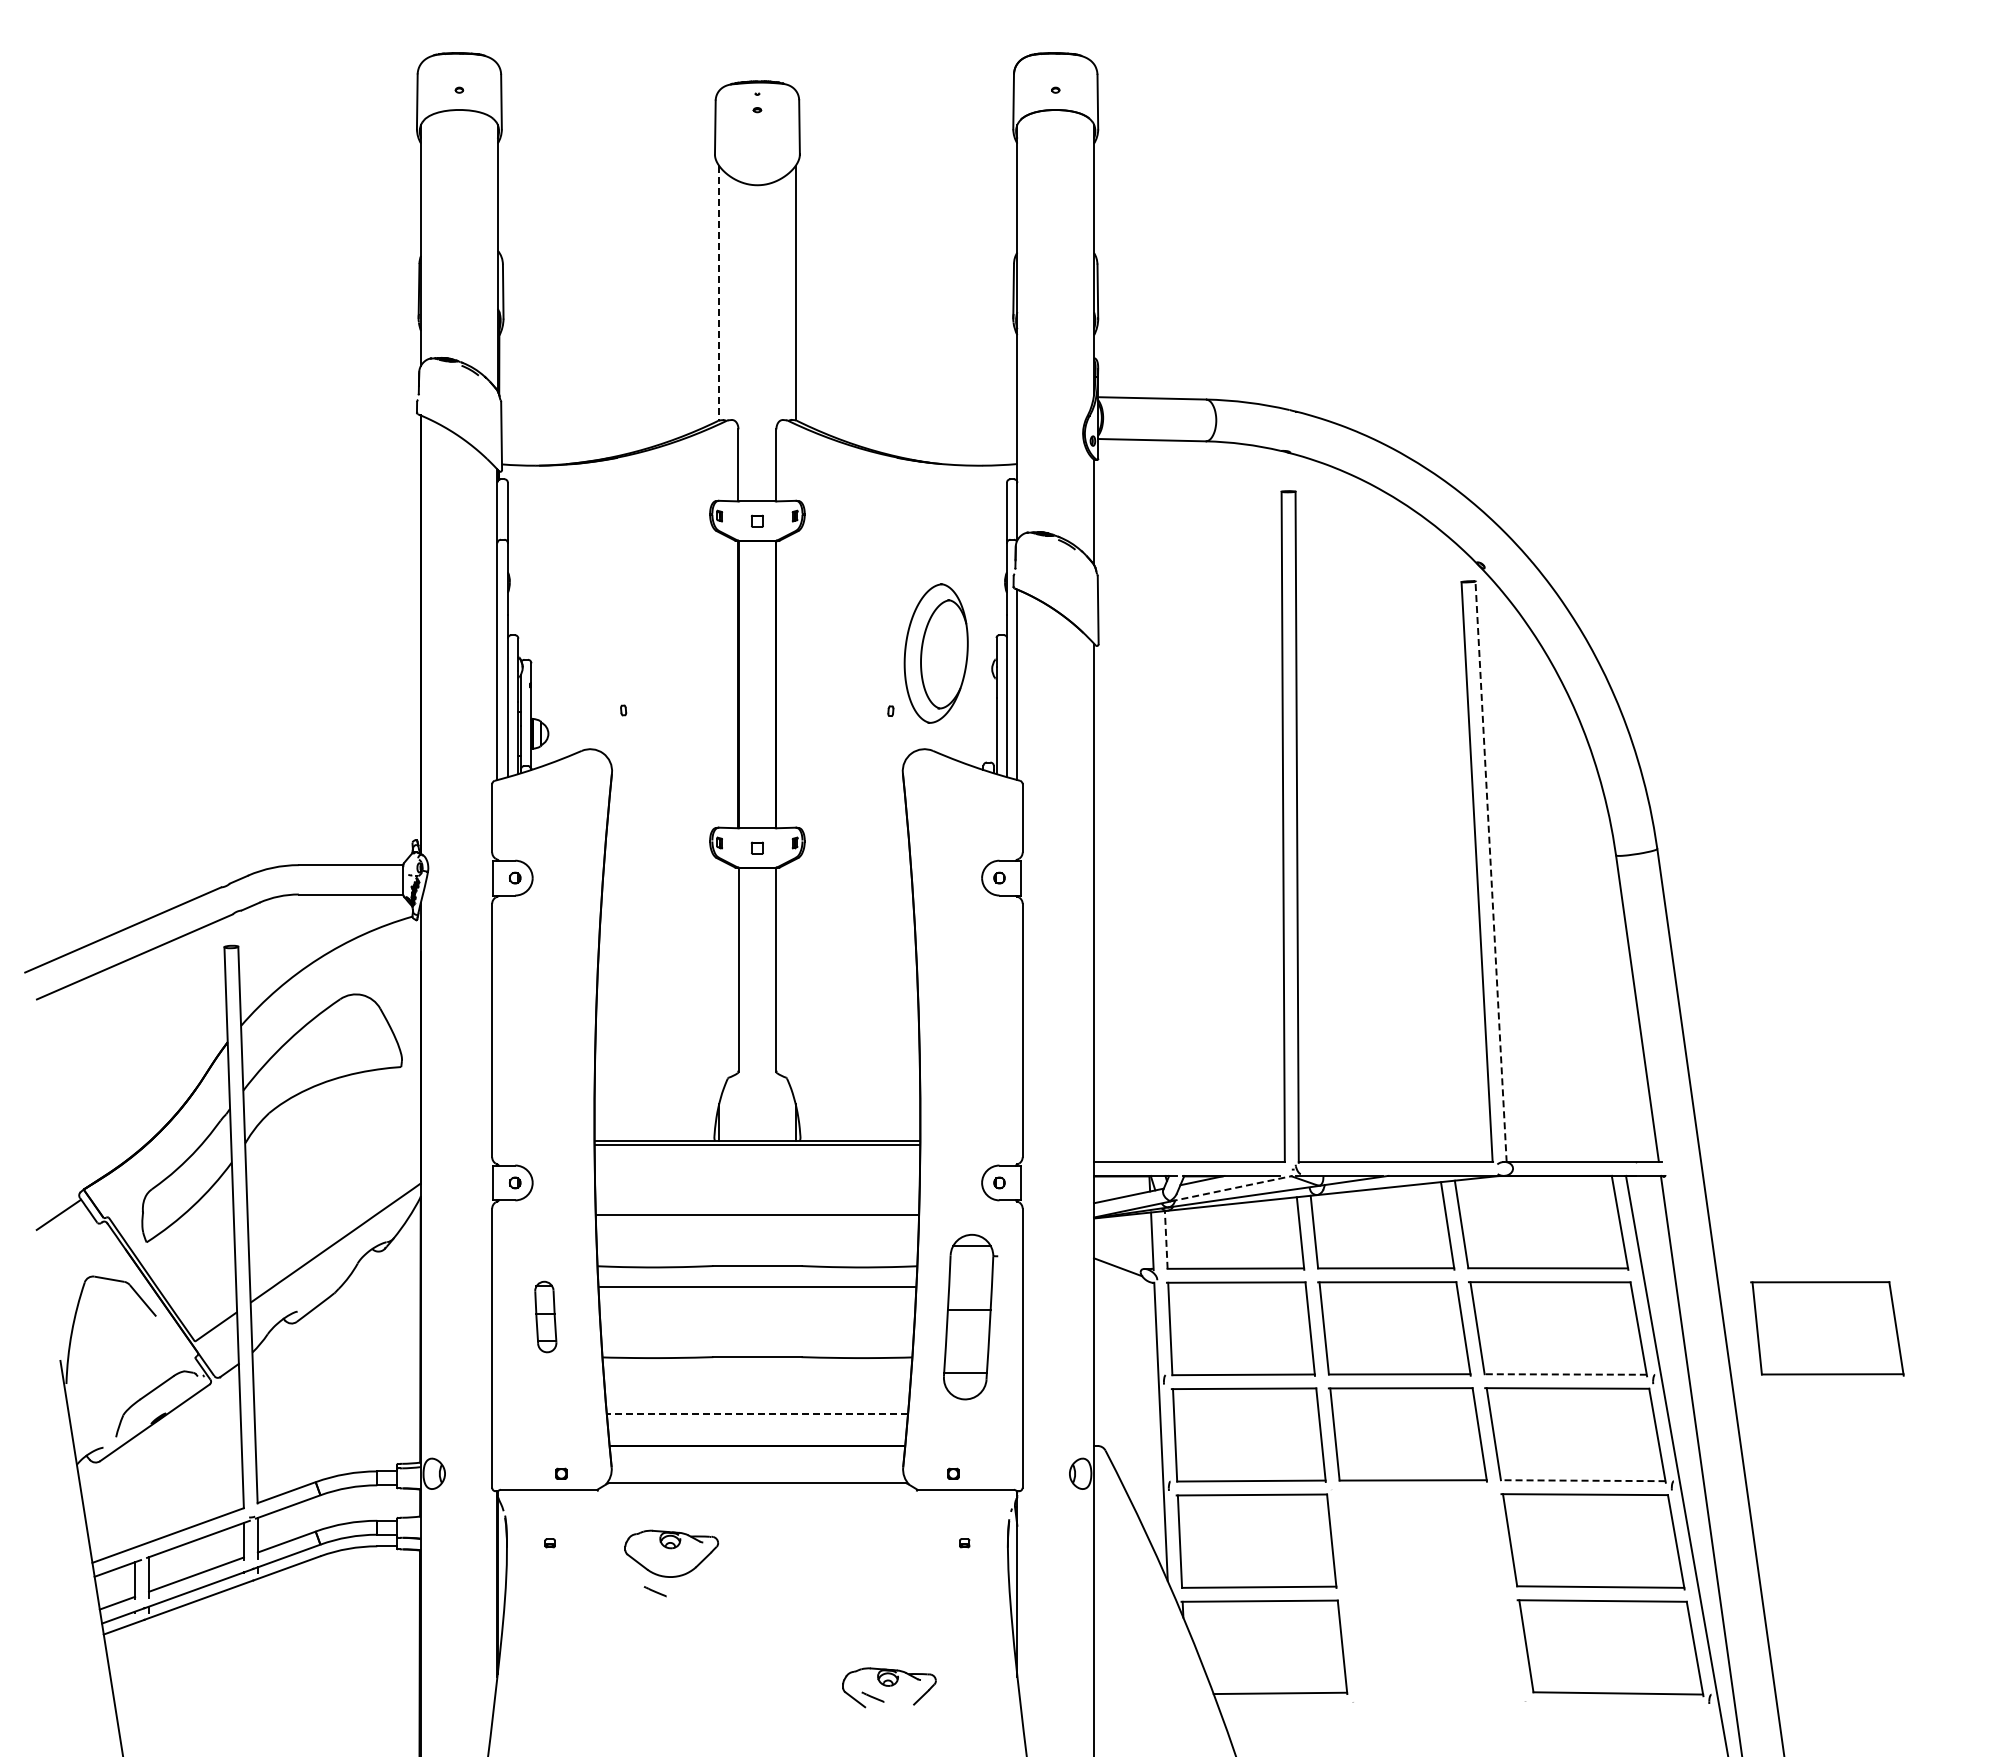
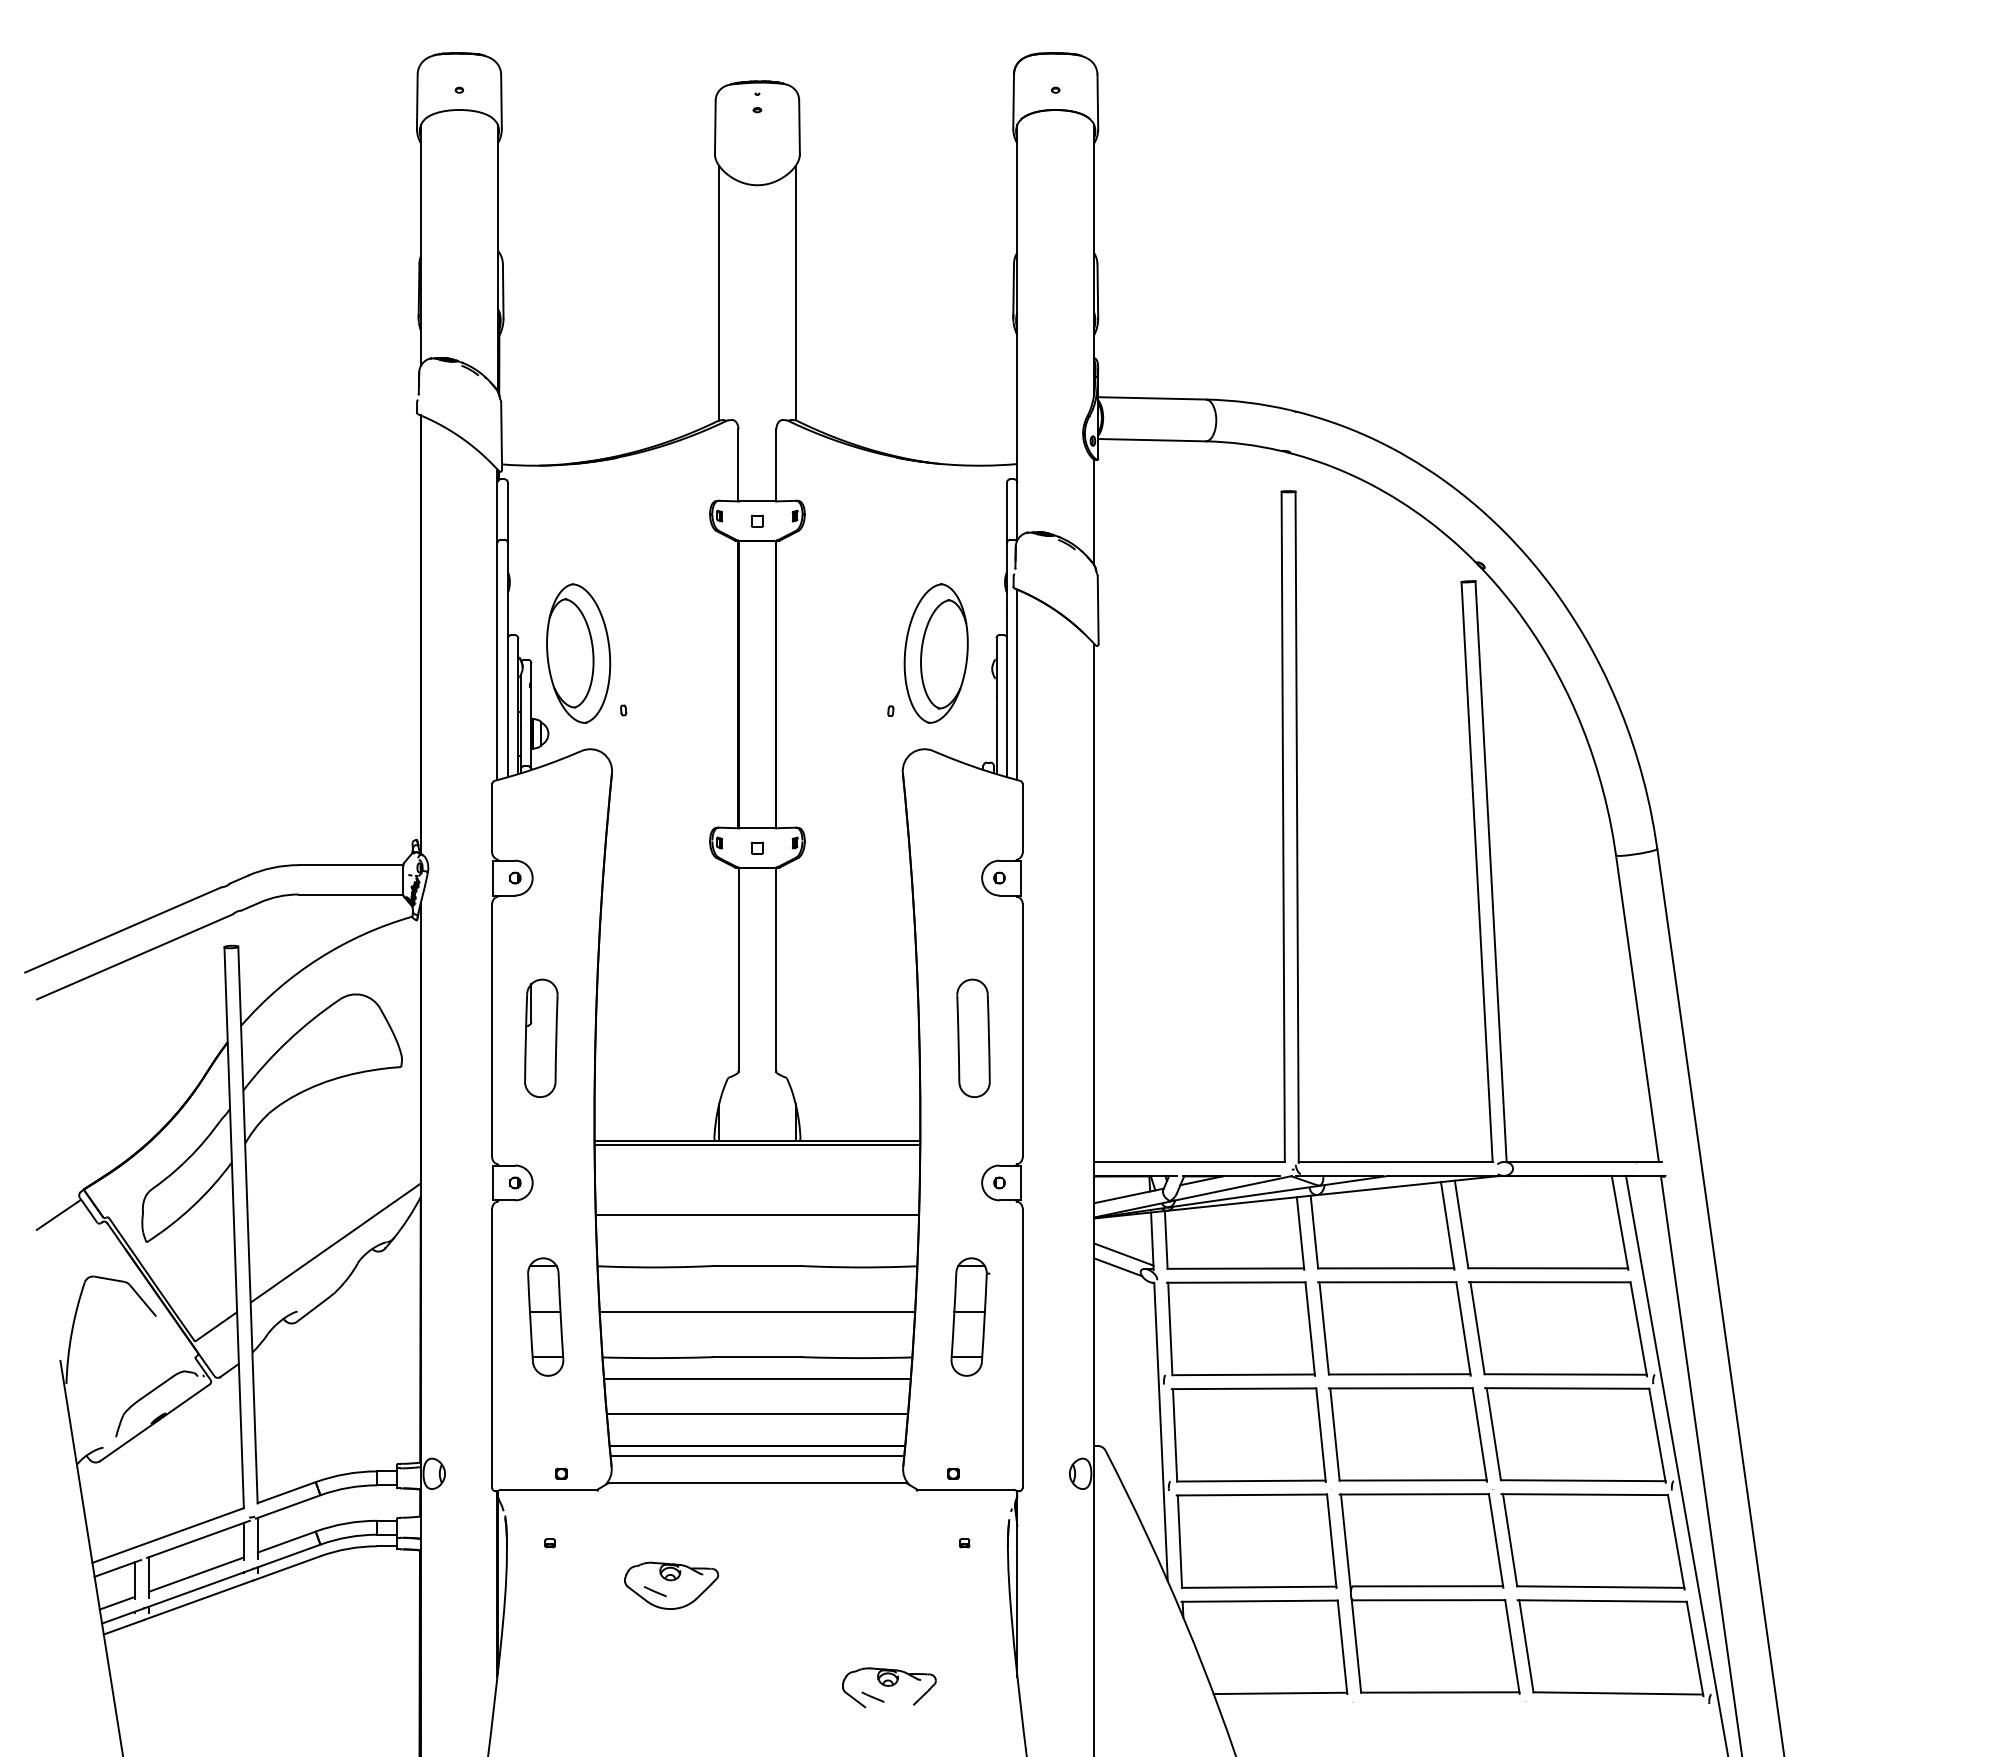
line at (719, 293): dashed -> solid
part at (578, 653): none -> present
line at (1491, 871): dashed -> solid
part at (541, 1037): none -> present
part at (973, 1037): none -> present
line at (1231, 1188): dashed -> solid
line at (1166, 1239): dashed -> solid
line at (1123, 1254): none -> present
line at (757, 1287) position: (757, 1287) -> (757, 1312)
part at (545, 1316) size: 24x74 px -> 38x120 px
part at (970, 1317) size: 56x167 px -> 41x120 px
part at (1827, 1328): present -> none
line at (1565, 1374): dashed -> solid
line at (757, 1379): none -> present
line at (757, 1414): dashed -> solid
line at (757, 1456): none -> present
line at (1582, 1480): dashed -> solid
part at (671, 1553) position: (671, 1553) -> (671, 1585)
part at (1429, 1591): none -> present
